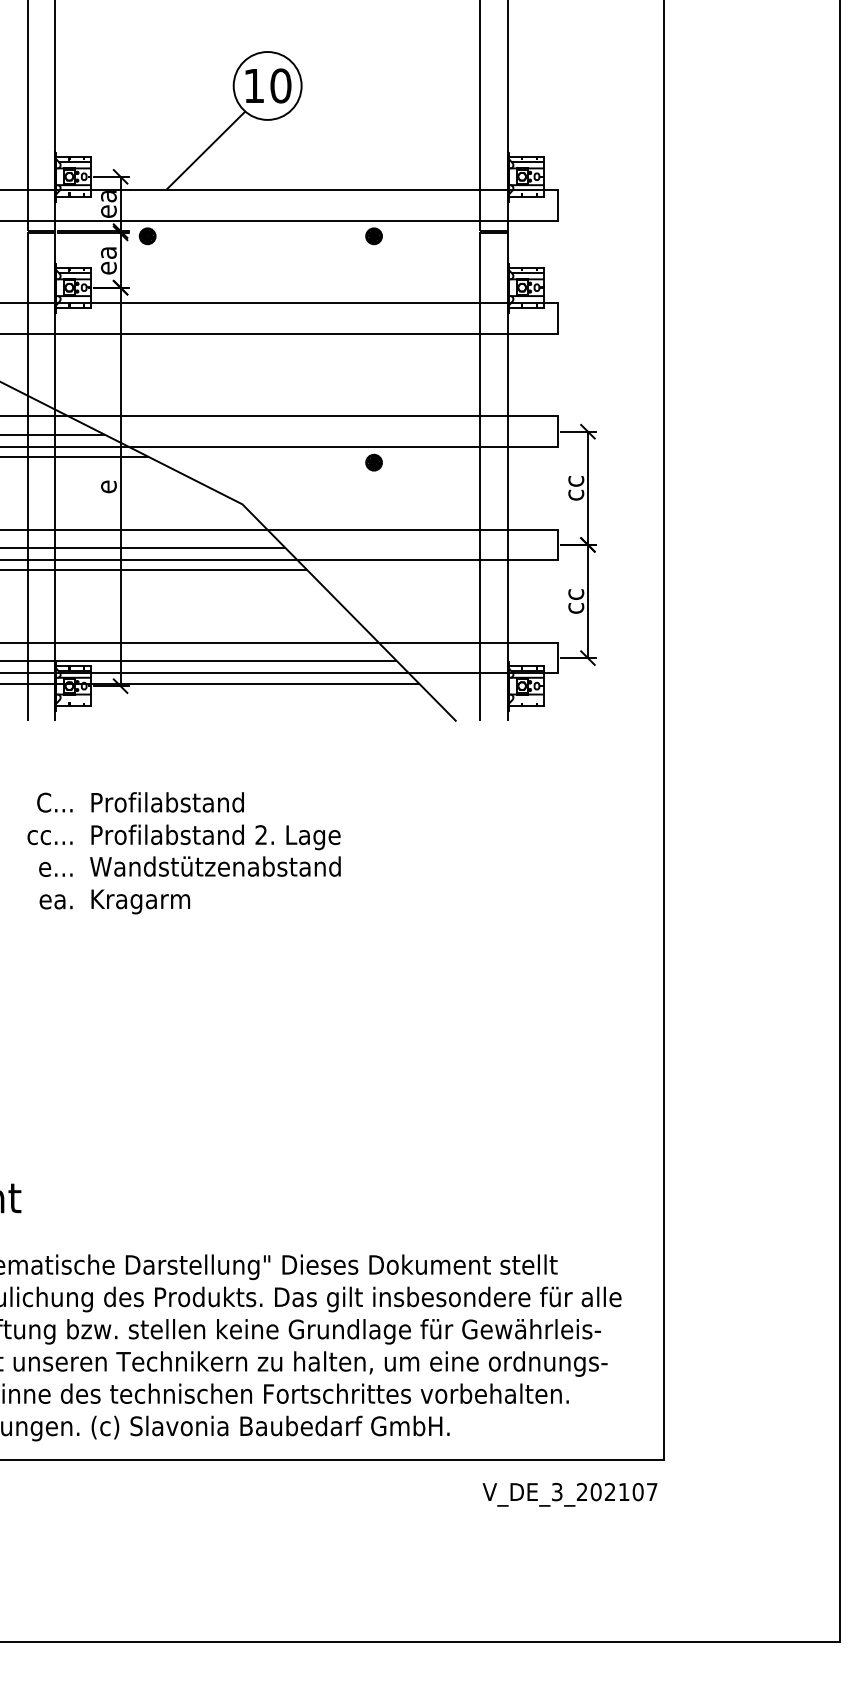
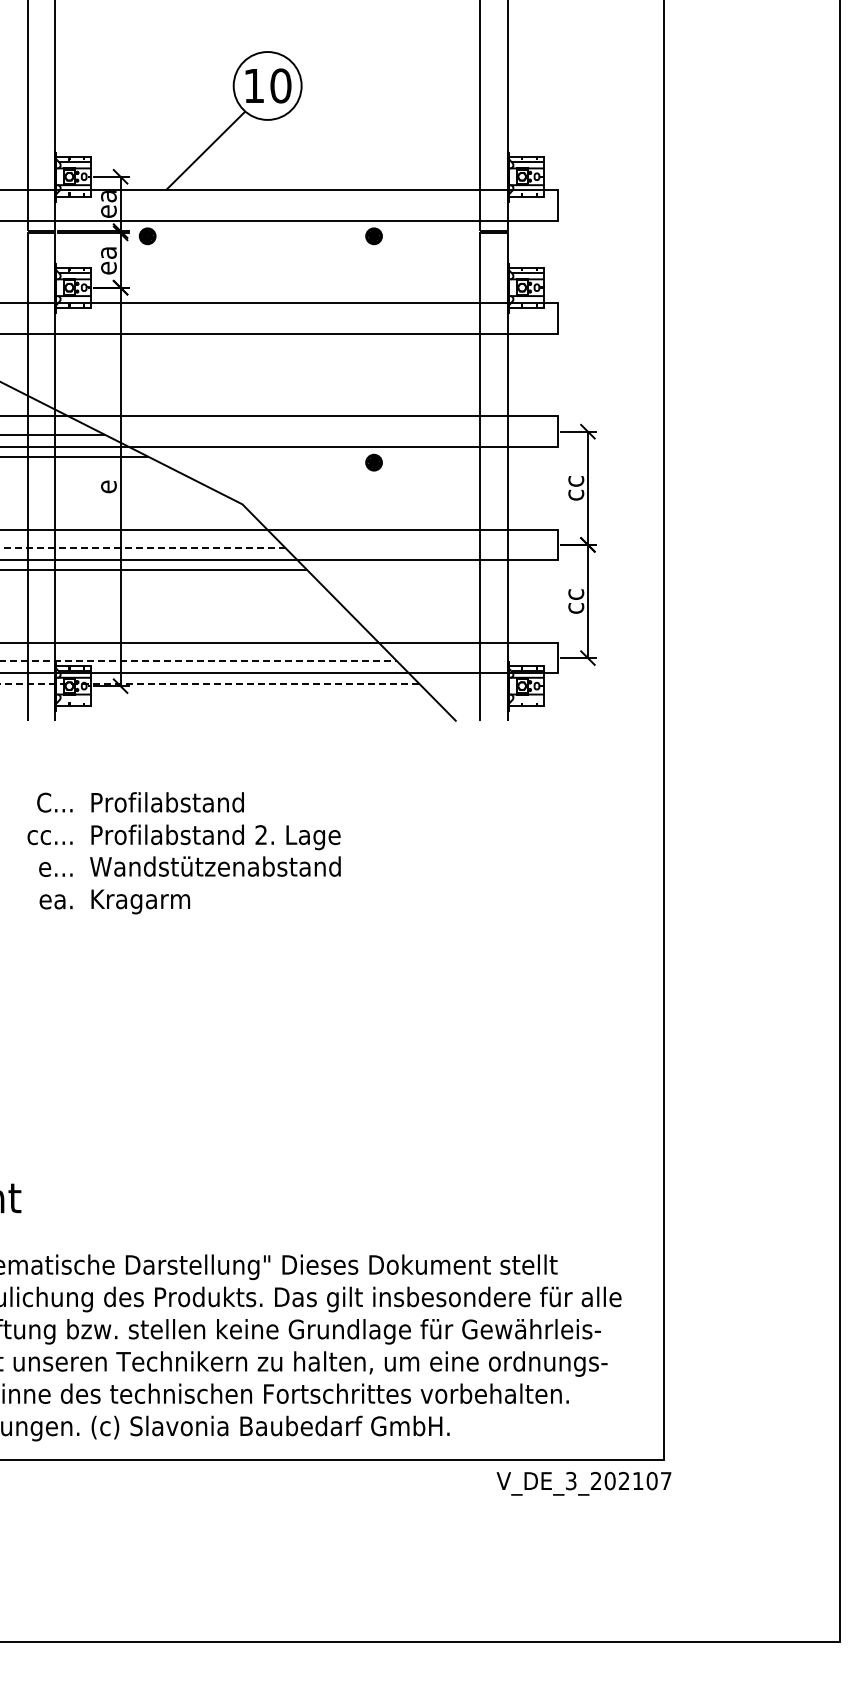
line at (198, 661): solid -> dashed
line at (66, 683): solid -> dashed
text at (569, 1494) position: (569, 1494) -> (583, 1483)
